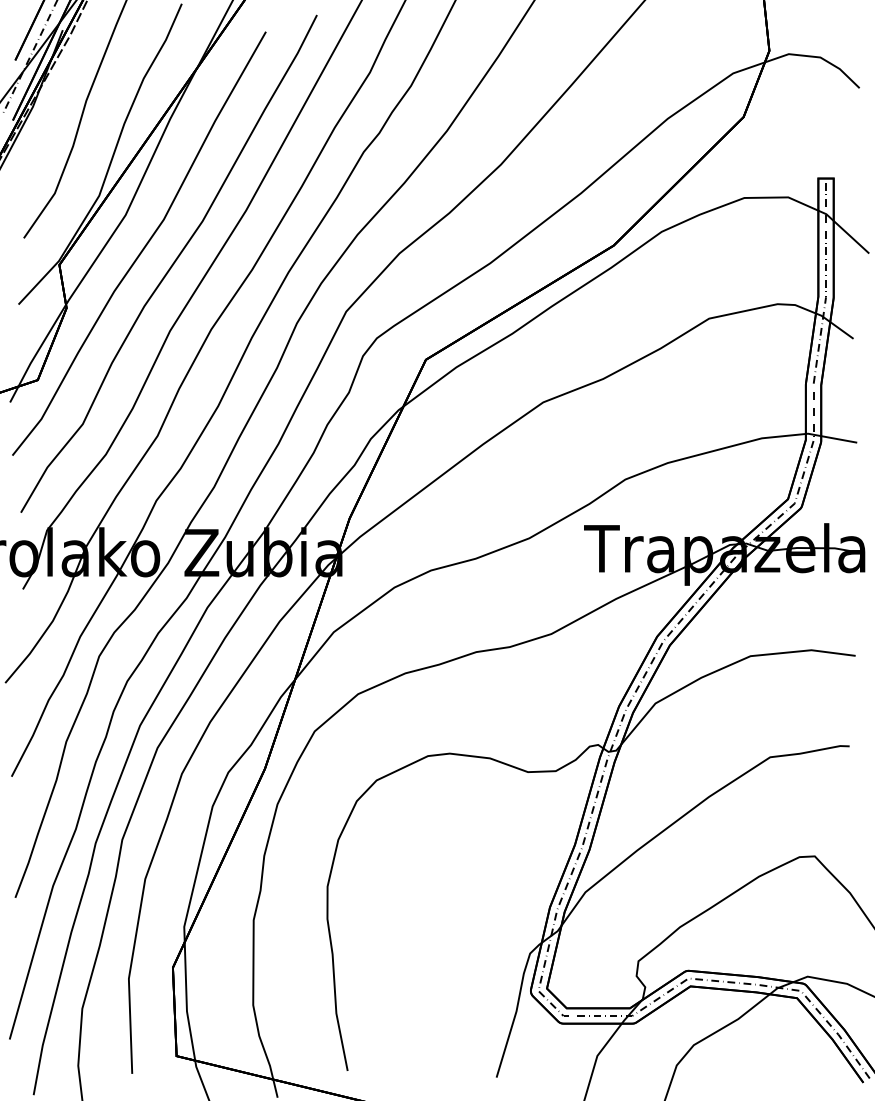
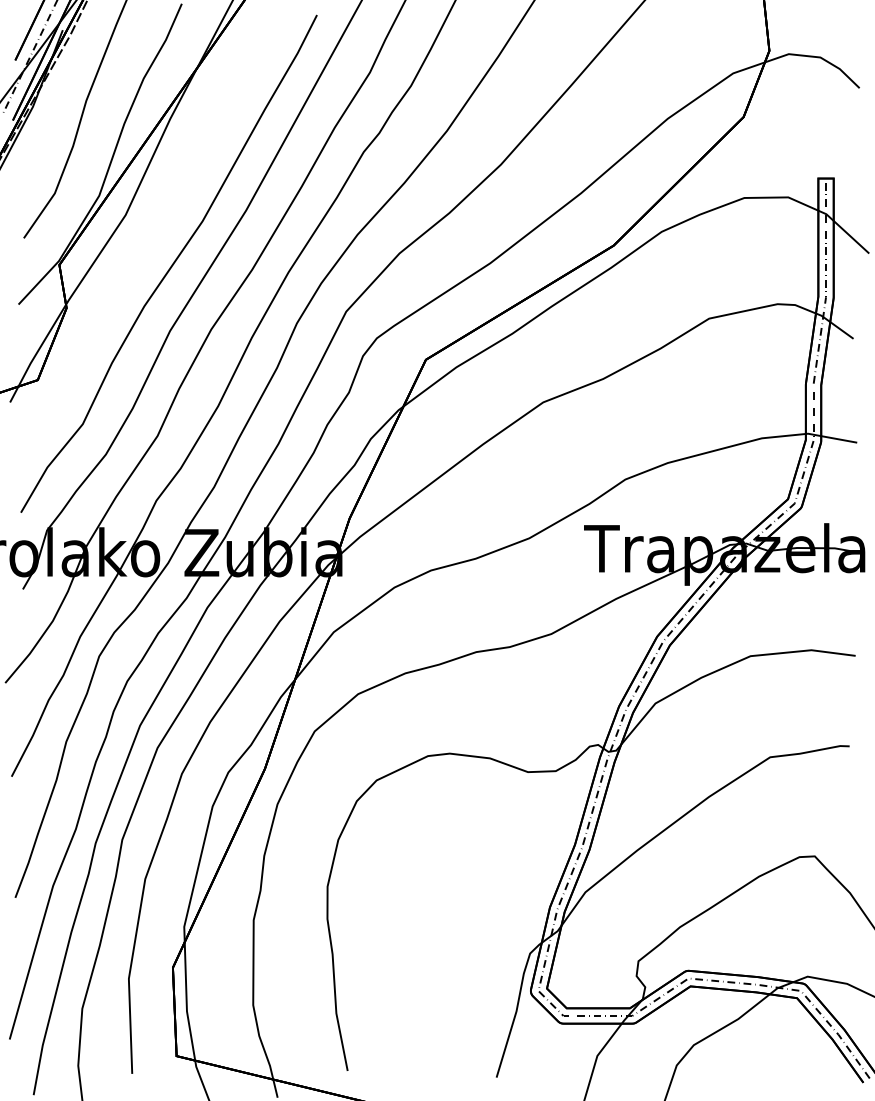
curve at (144, 245): present -> none
